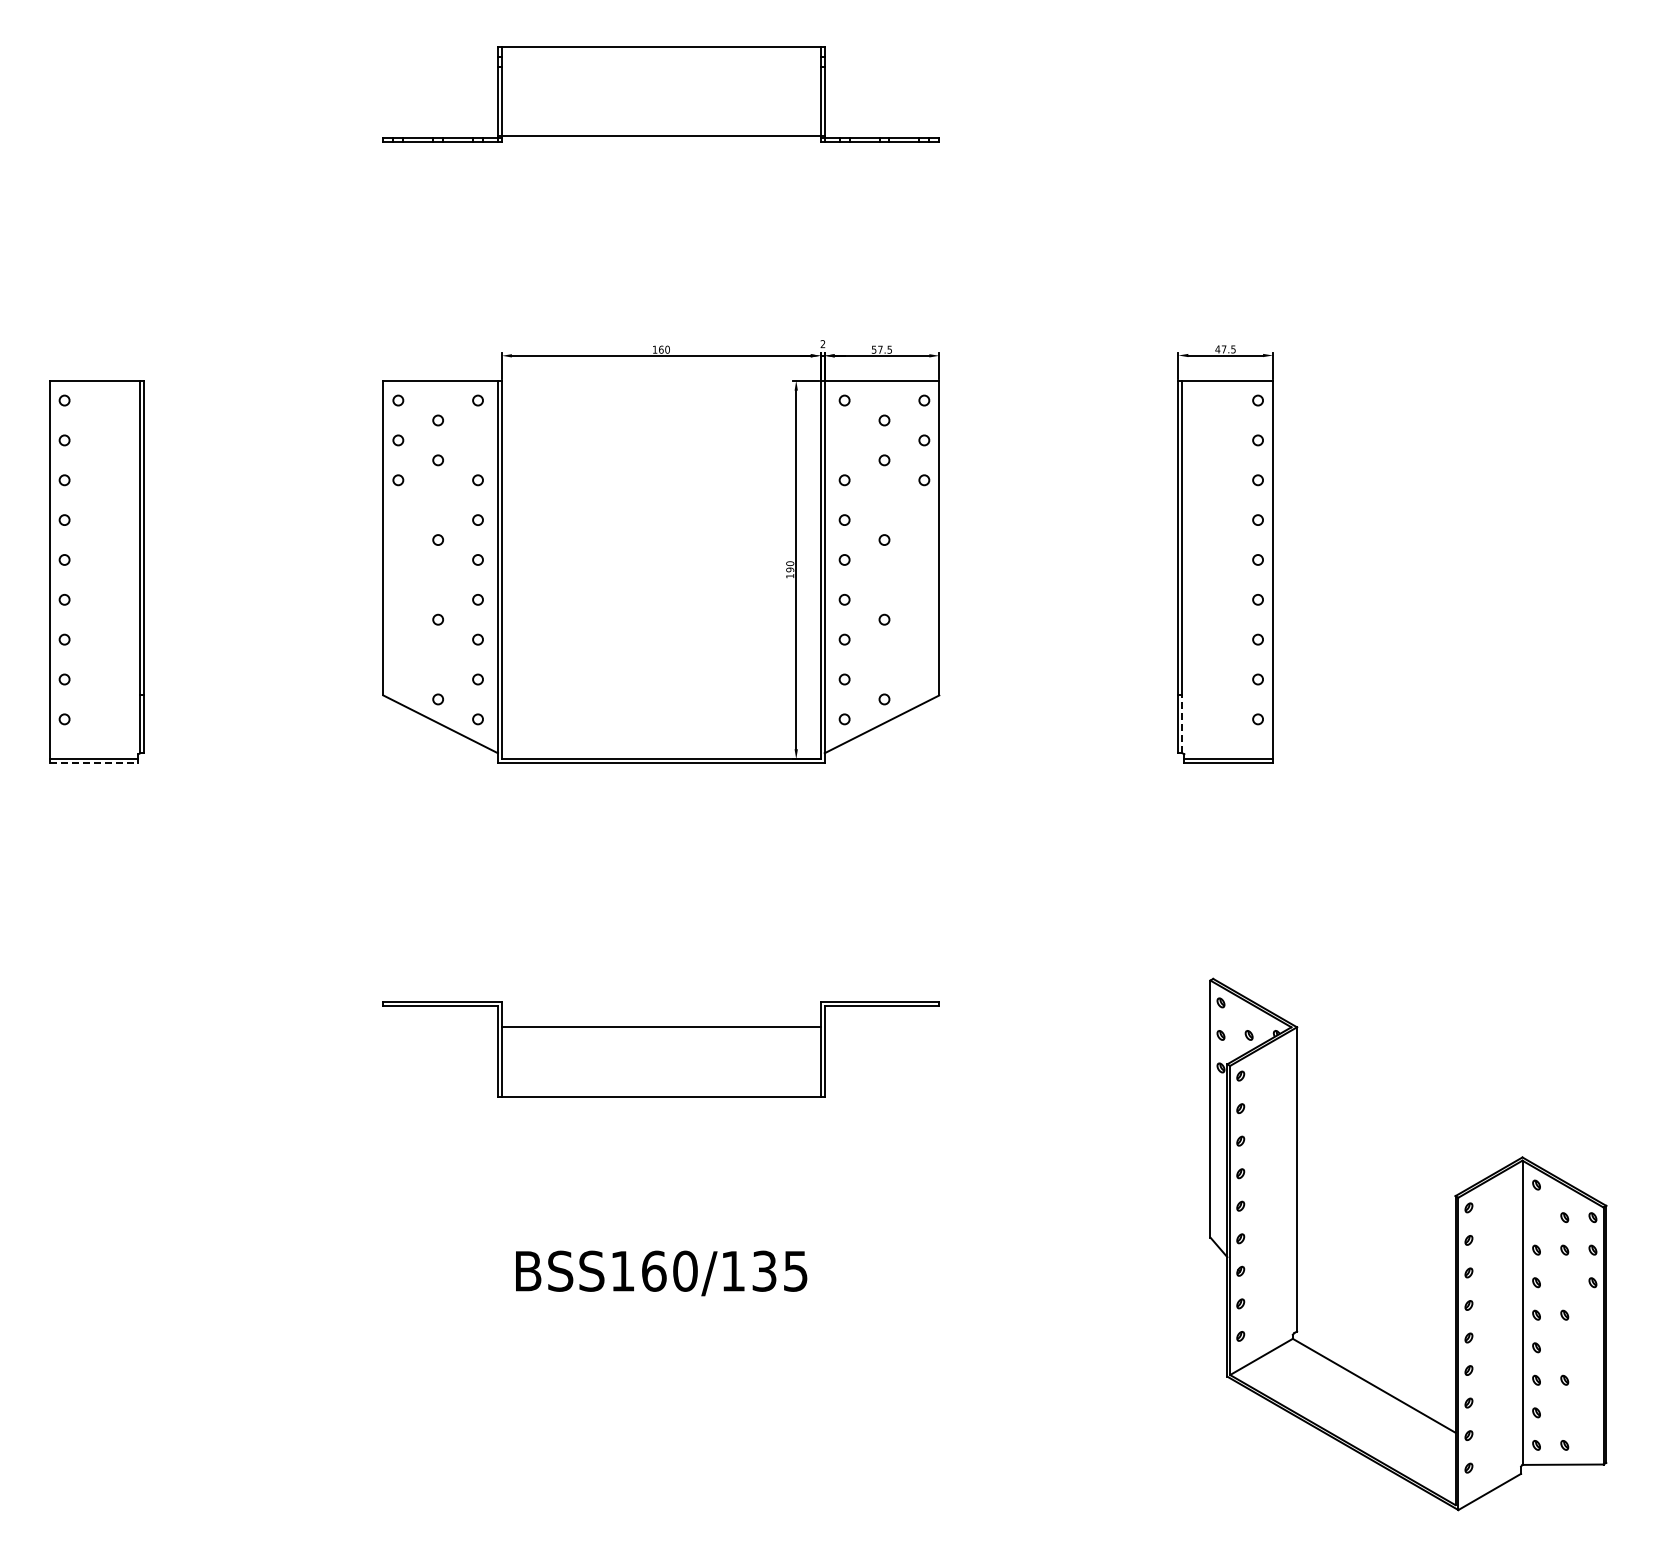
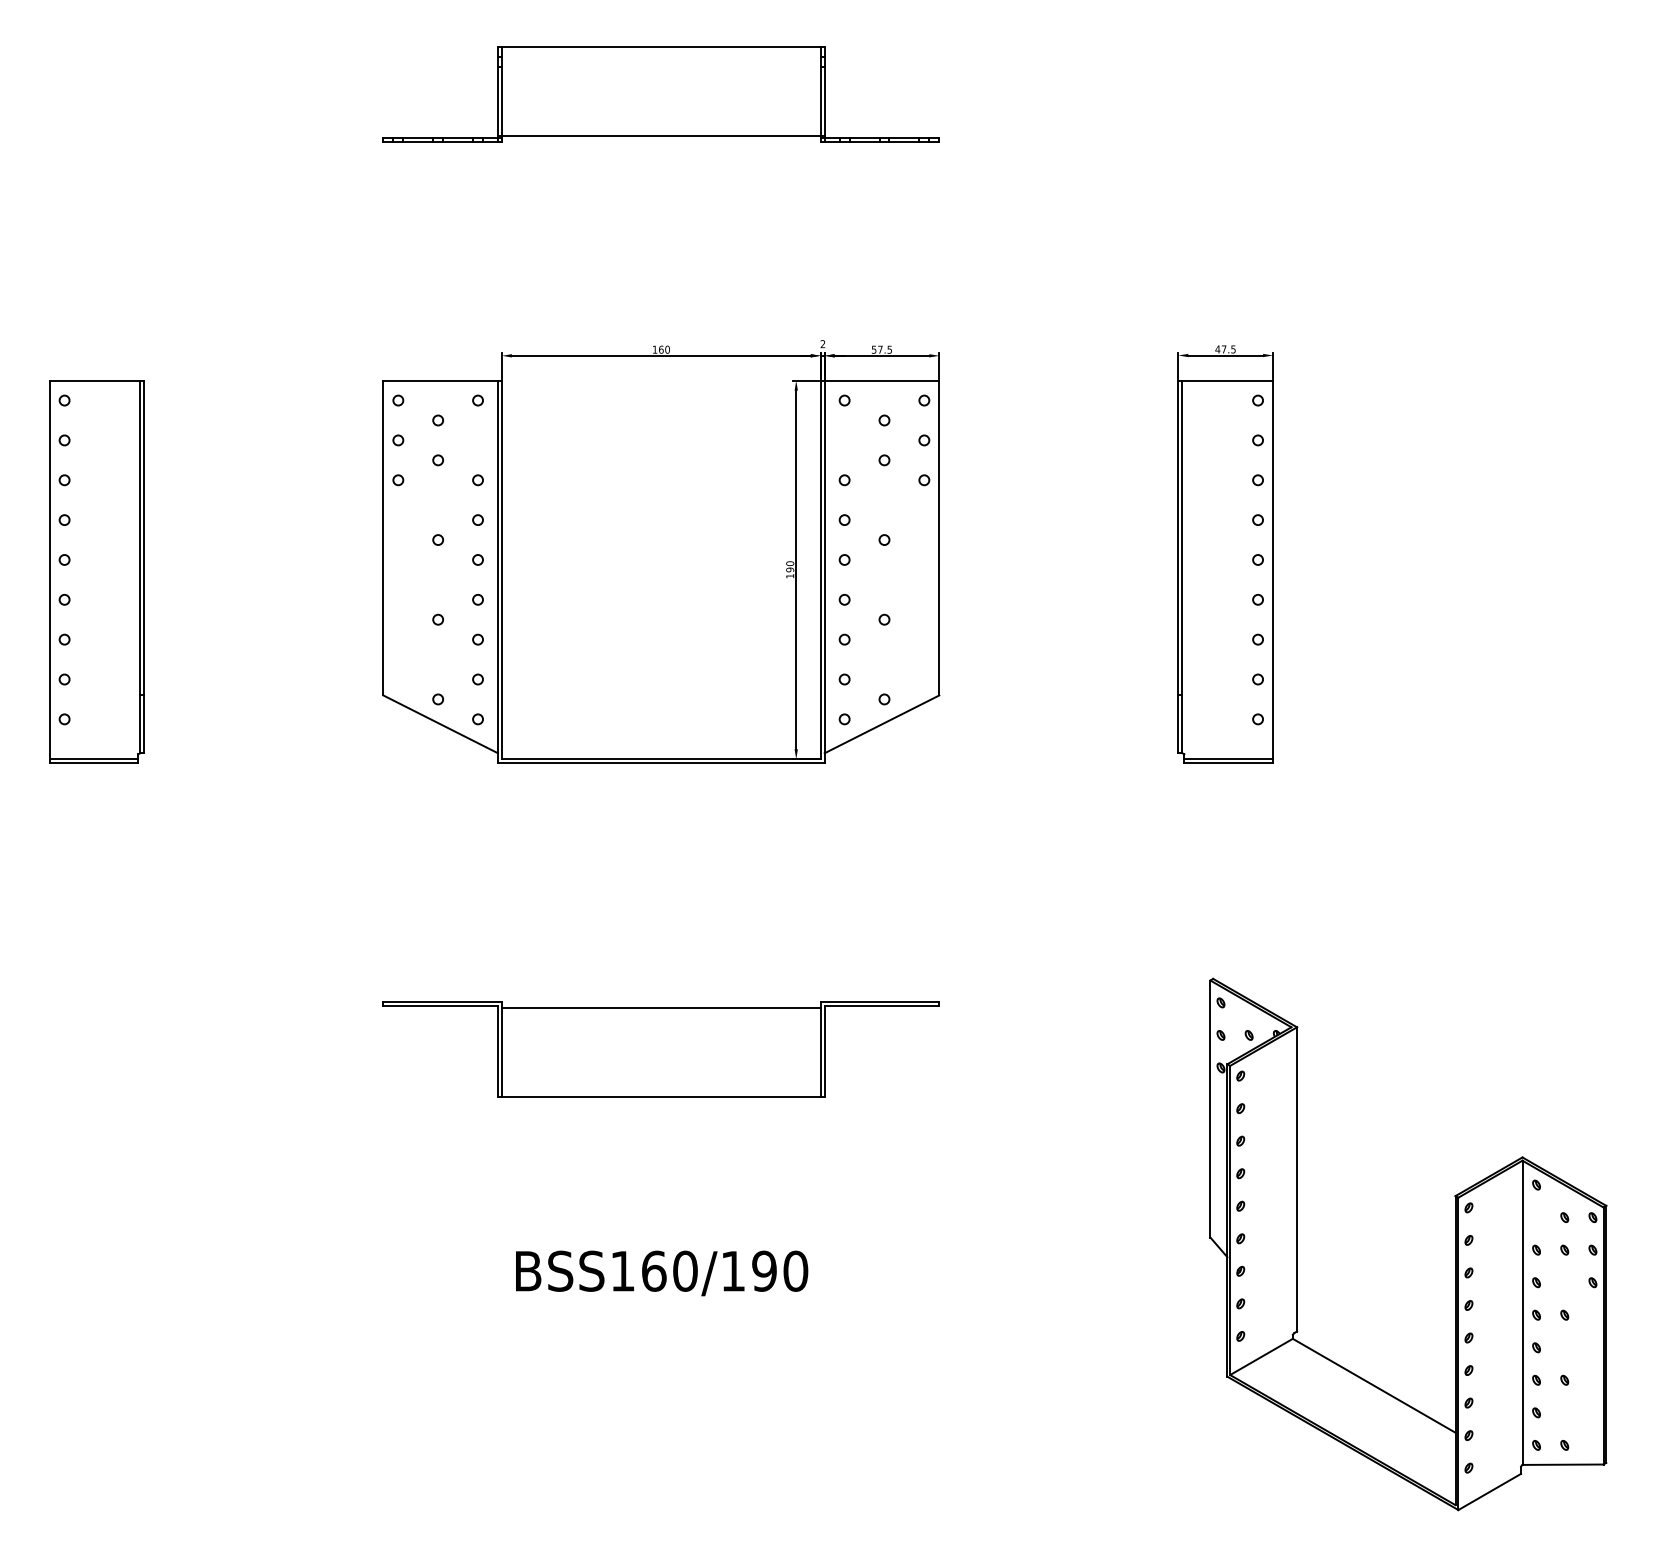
line at (1182, 724): dashed -> solid
line at (94, 763): dashed -> solid
line at (660, 1027) position: (660, 1027) -> (660, 1008)
text at (780, 1270): BSS160/135 -> BSS160/190
